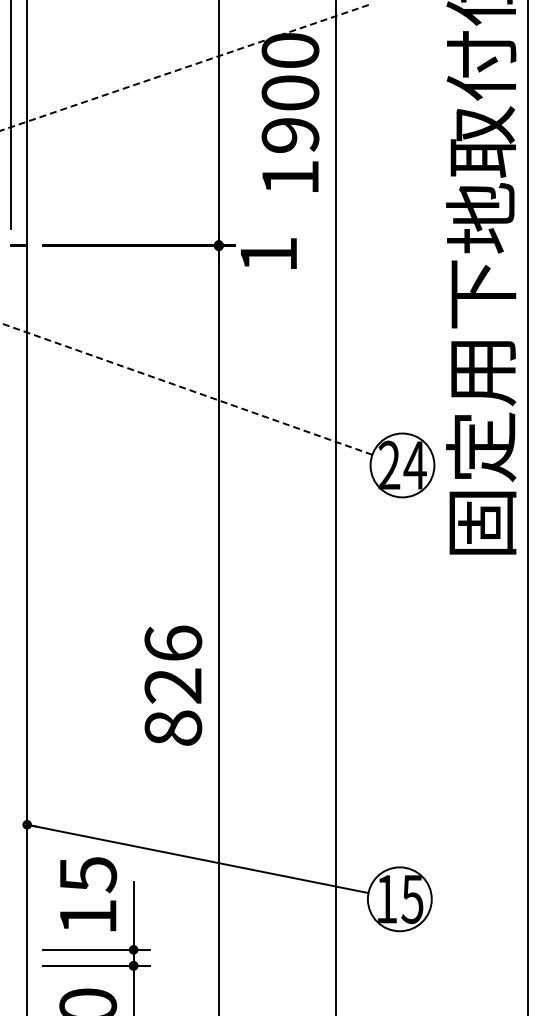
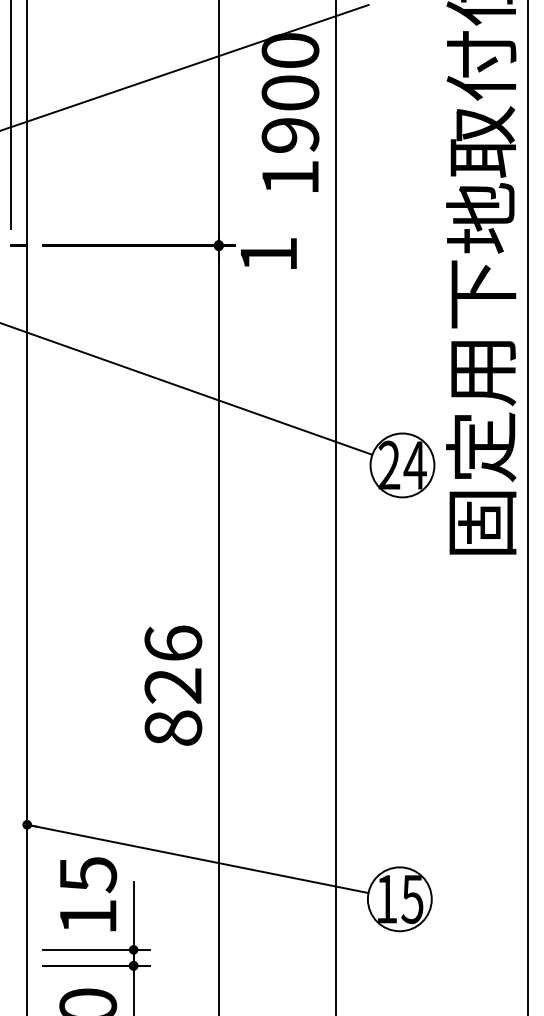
line at (185, 67): dashed -> solid
line at (186, 389): dashed -> solid
